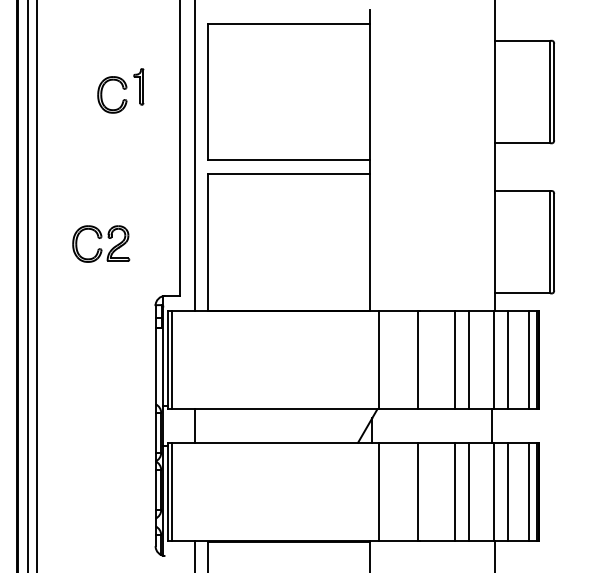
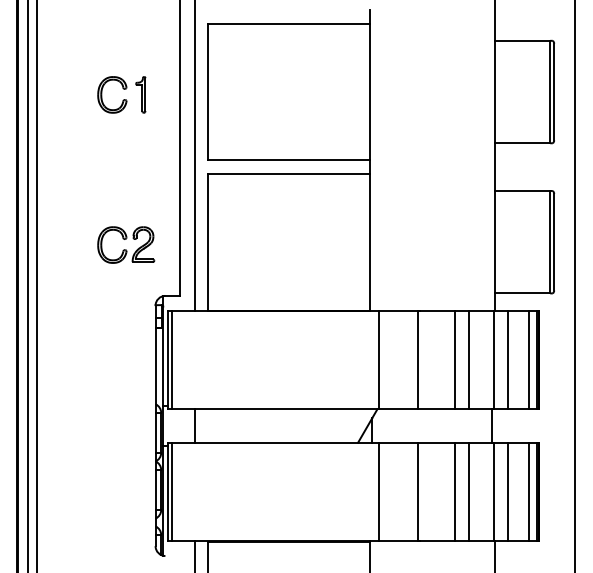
part at (138, 86) position: (138, 86) -> (140, 94)
part at (101, 243) position: (101, 243) -> (126, 244)
line at (575, 285): none -> present
